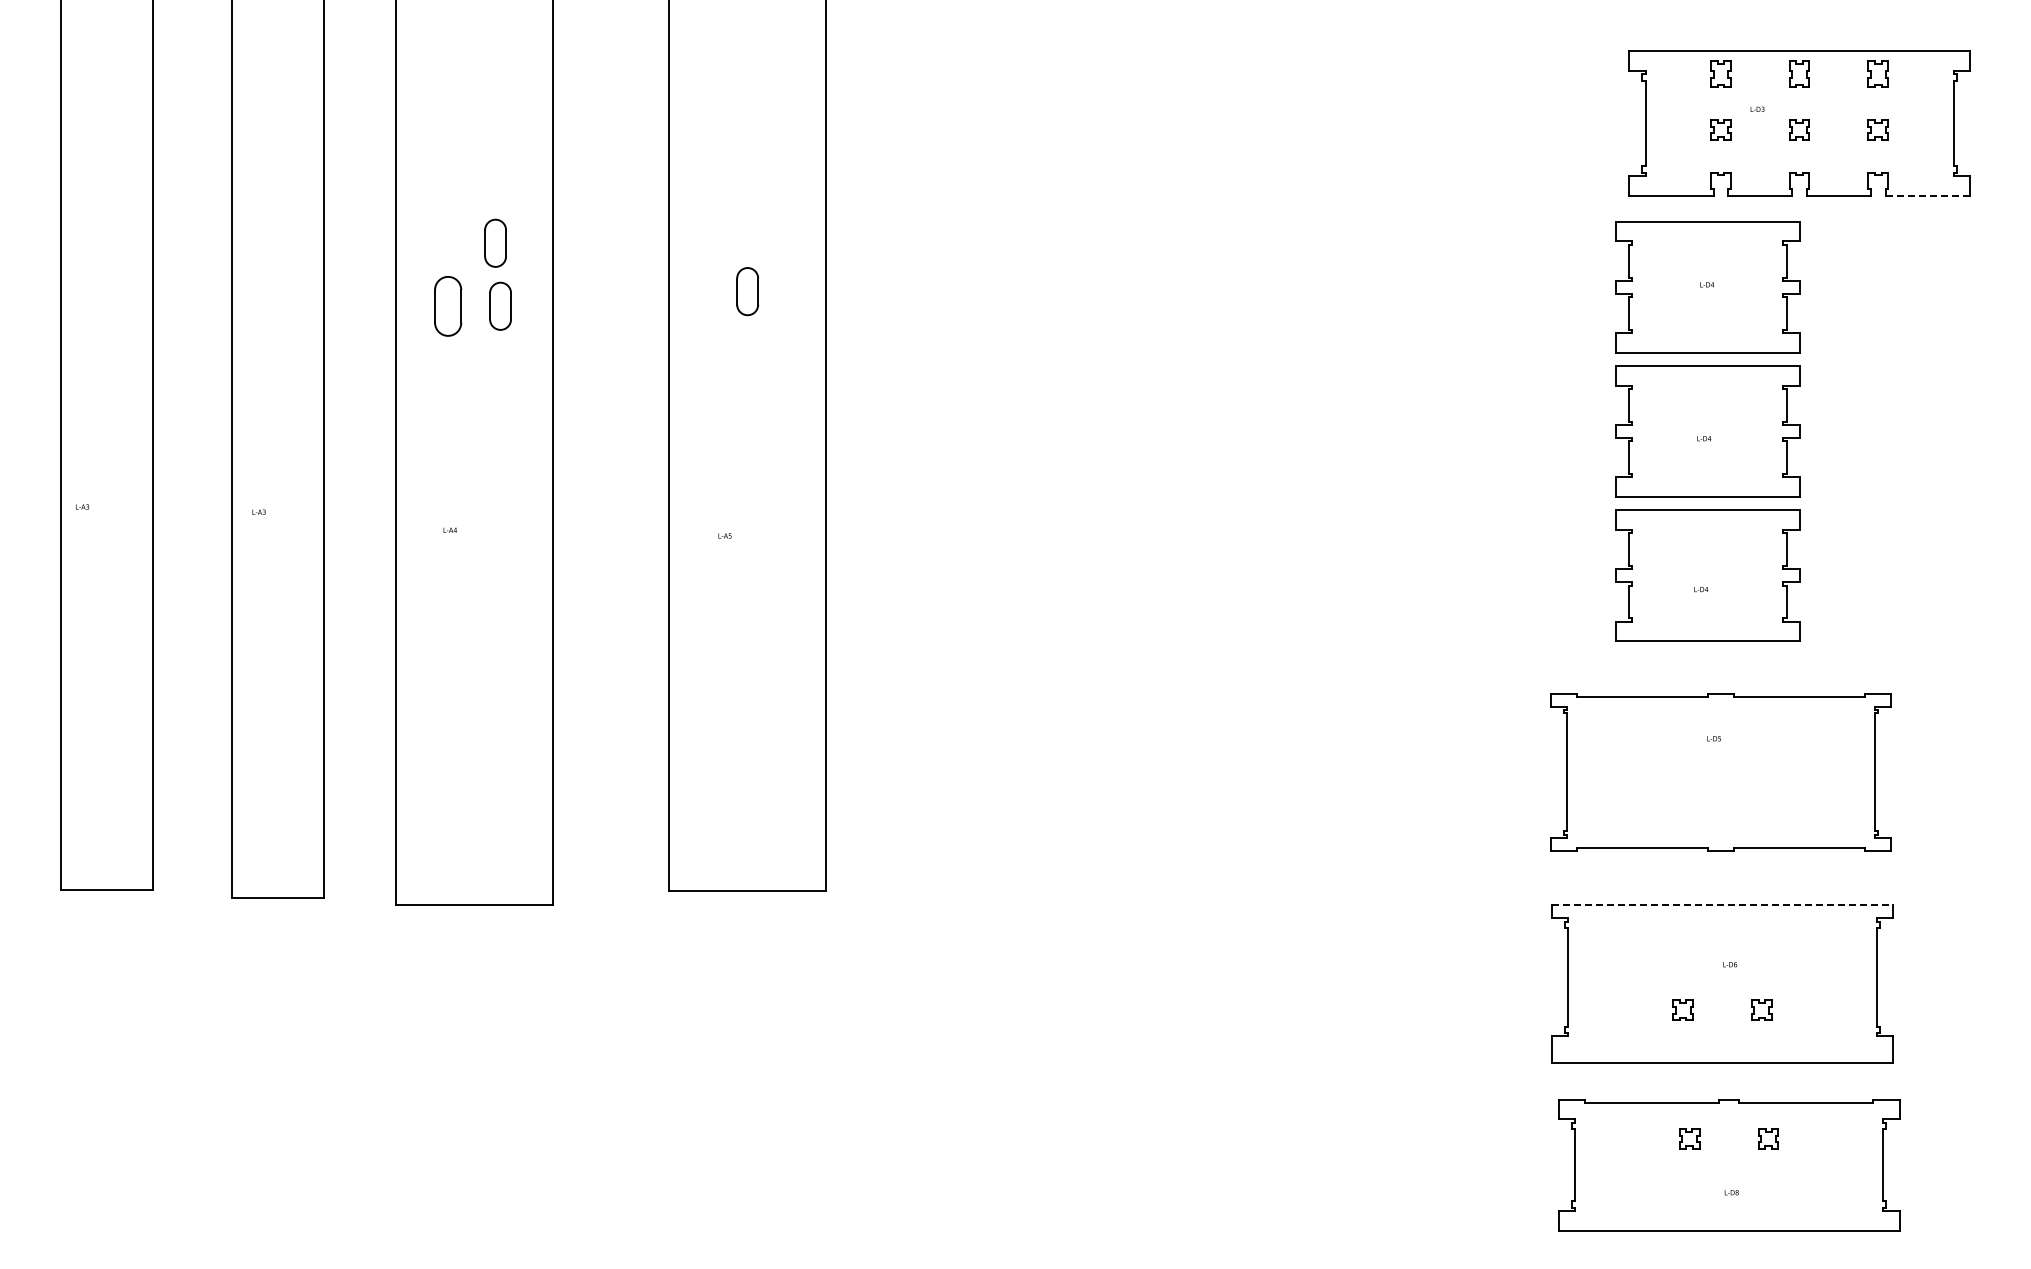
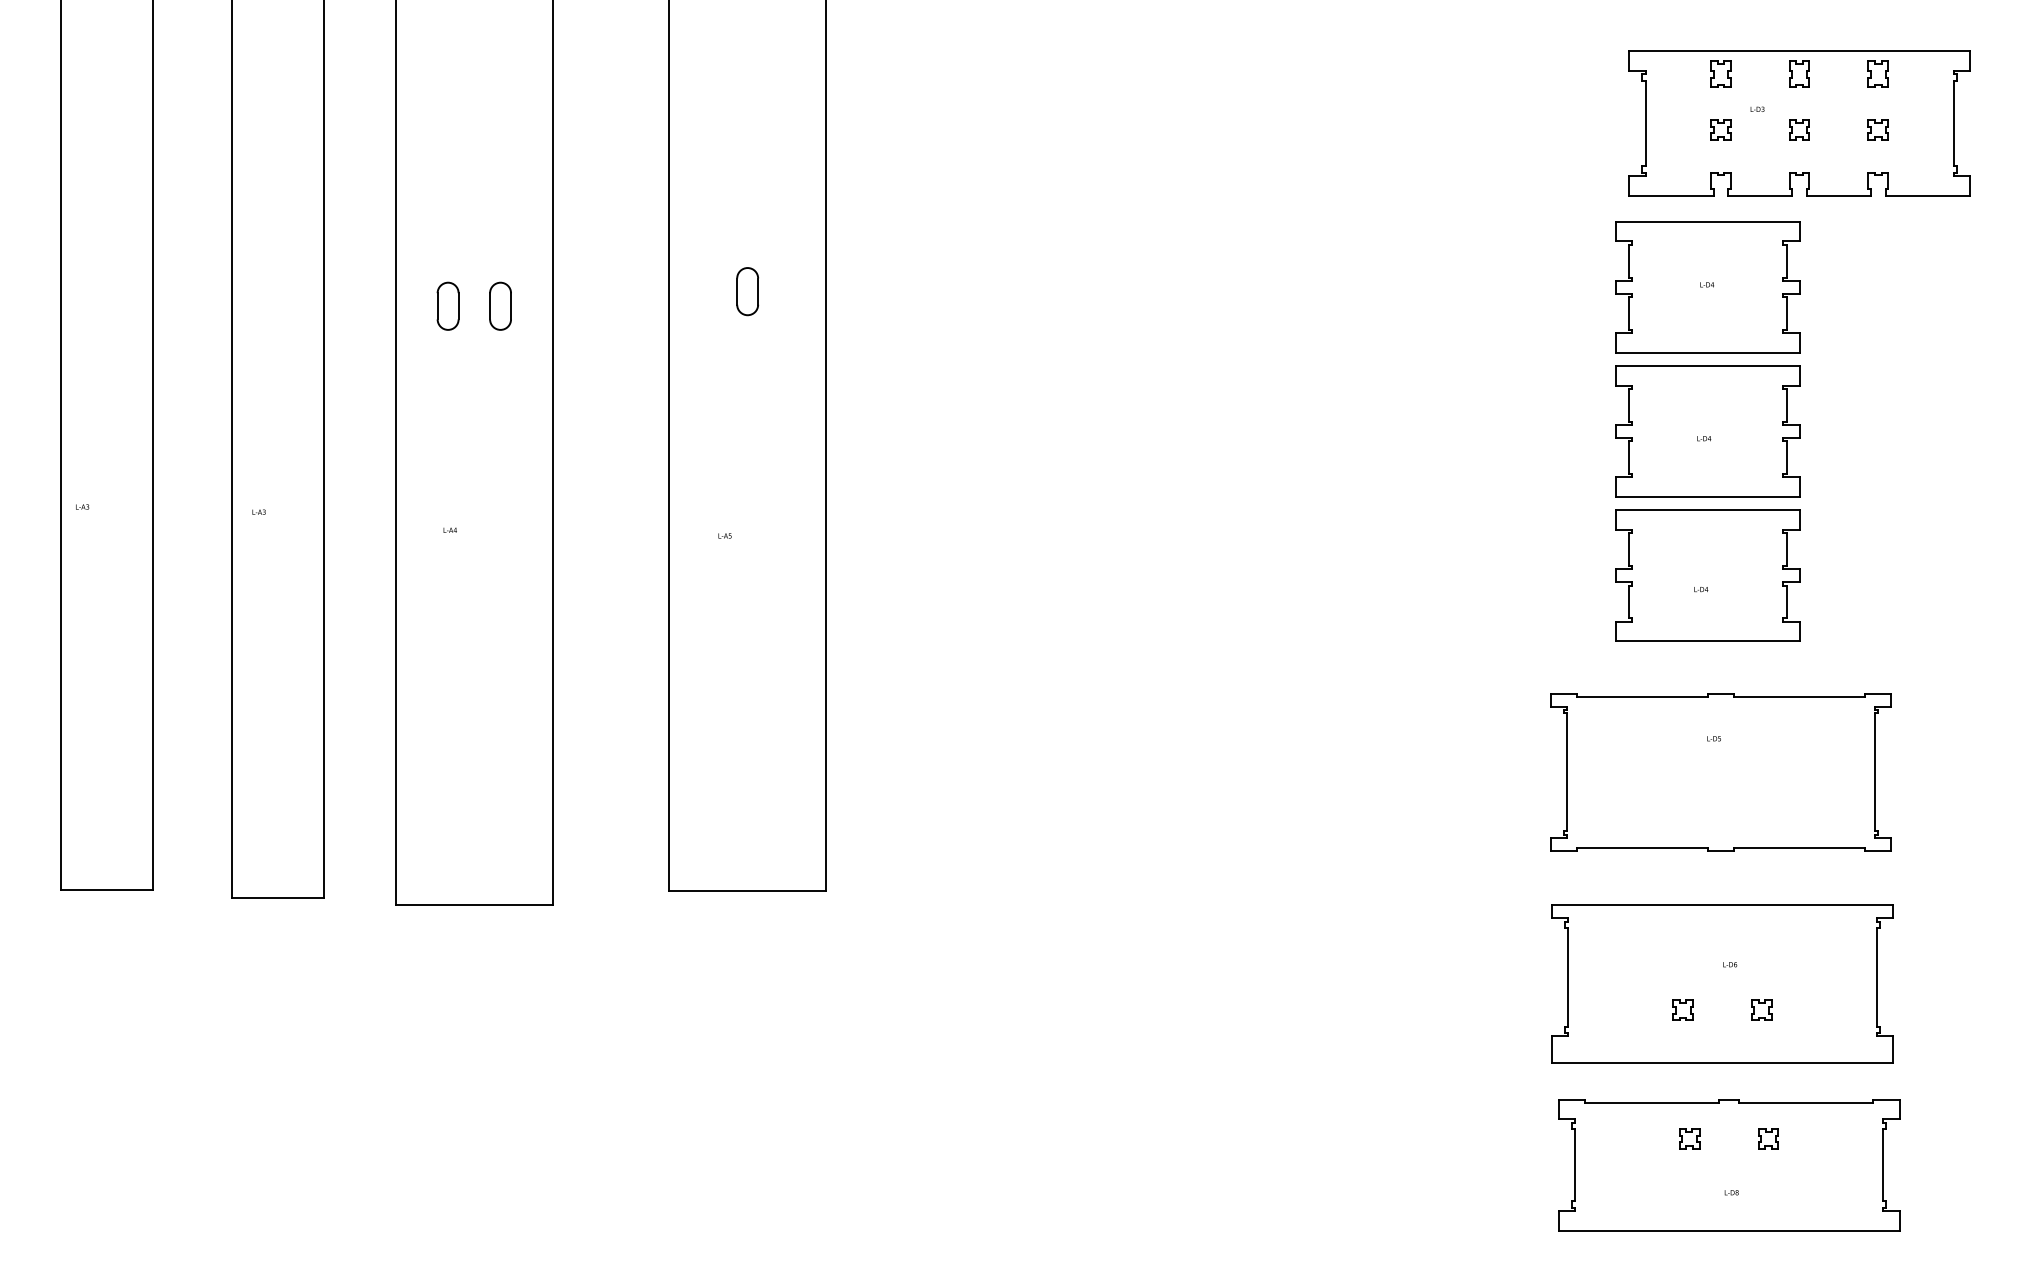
line at (1927, 195): dashed -> solid
part at (495, 242): present -> none
part at (448, 306) size: 29x61 px -> 24x50 px
line at (1722, 905): dashed -> solid
